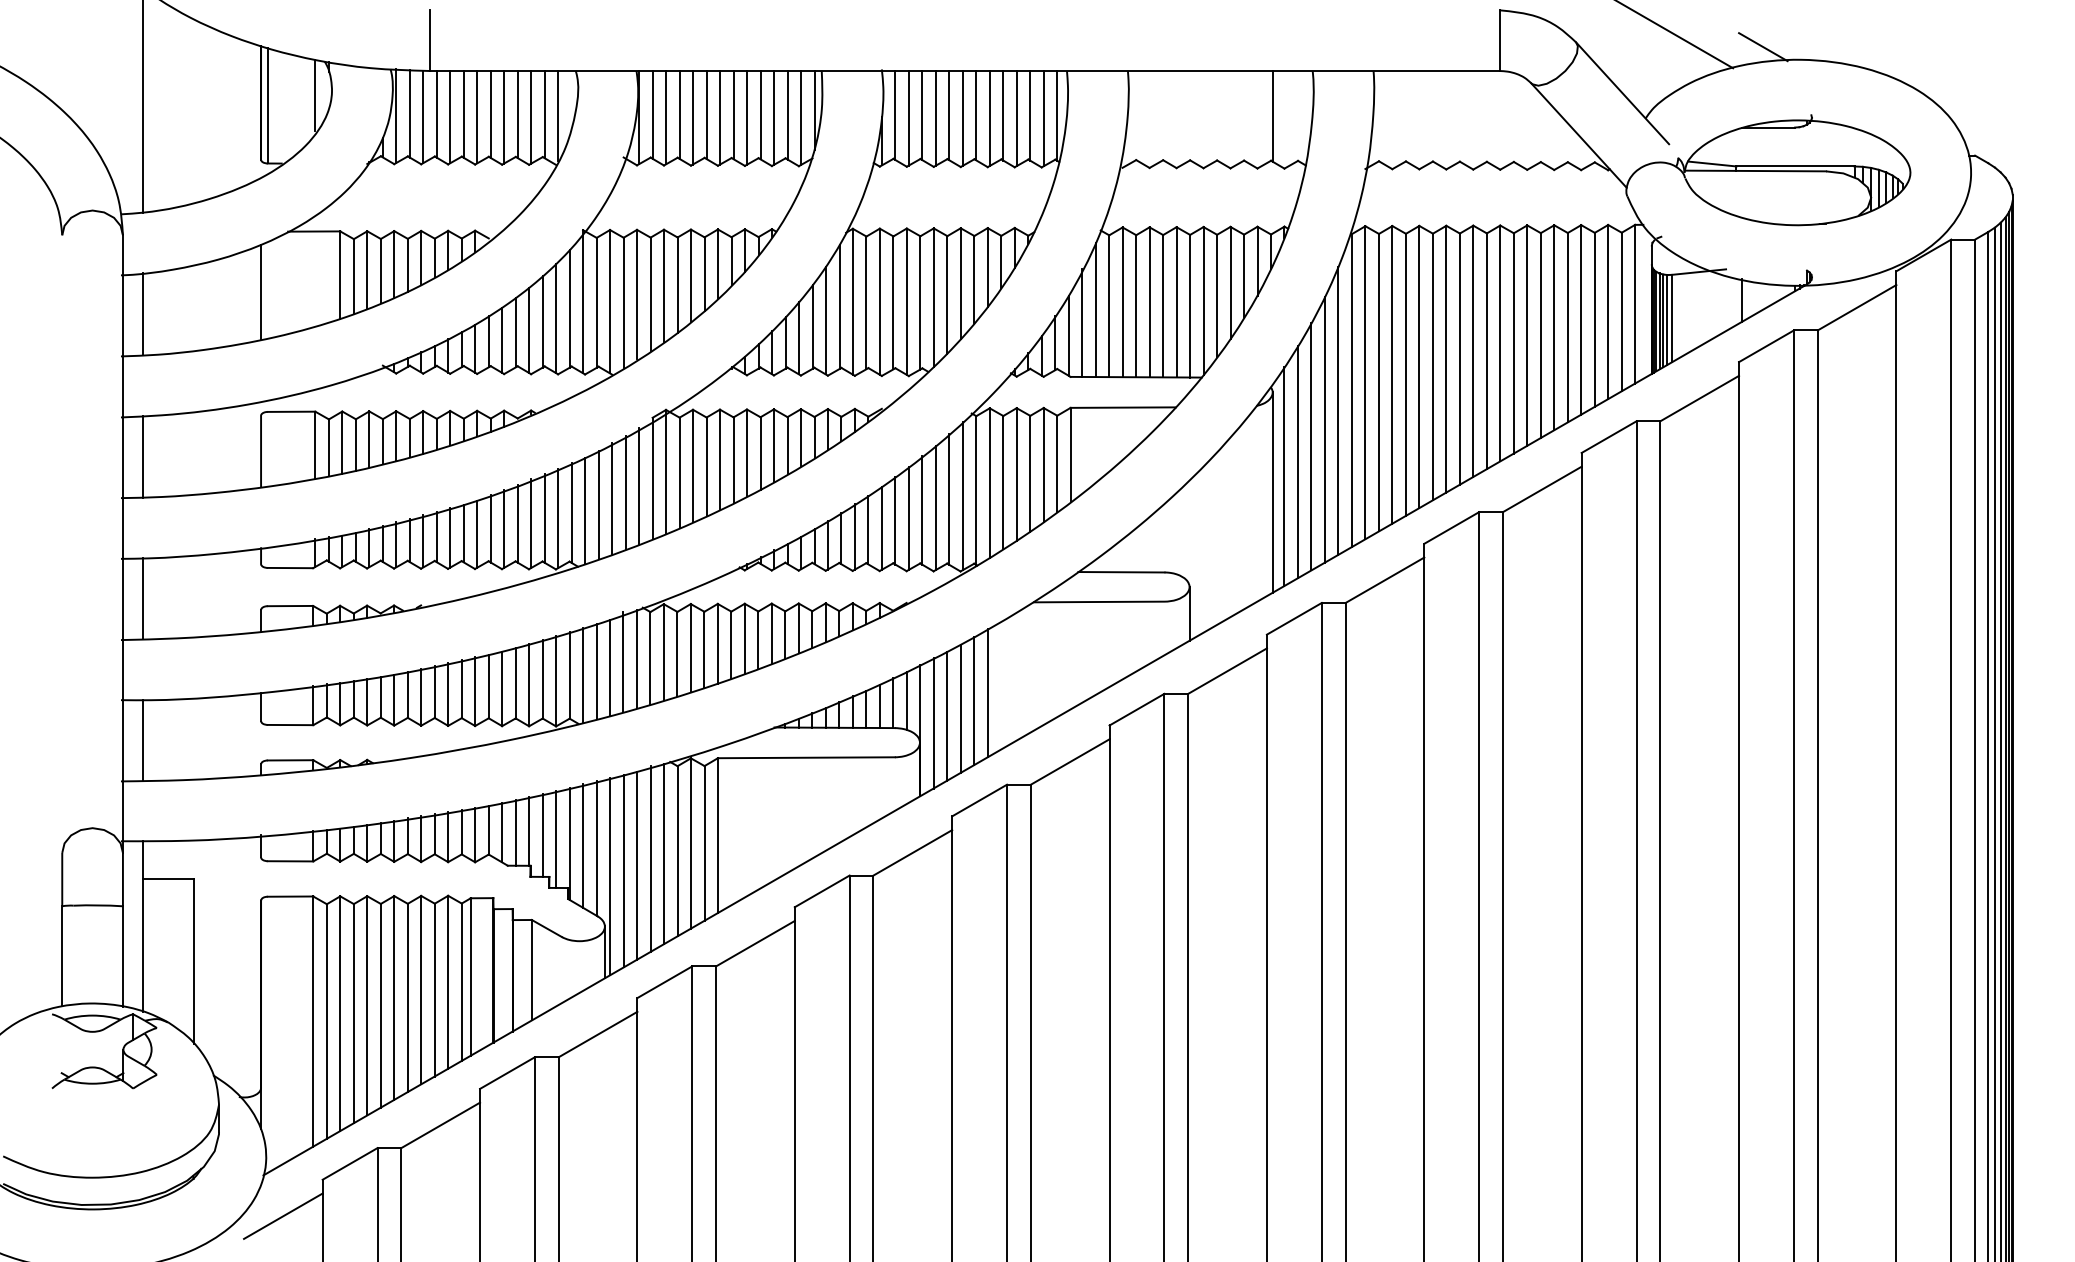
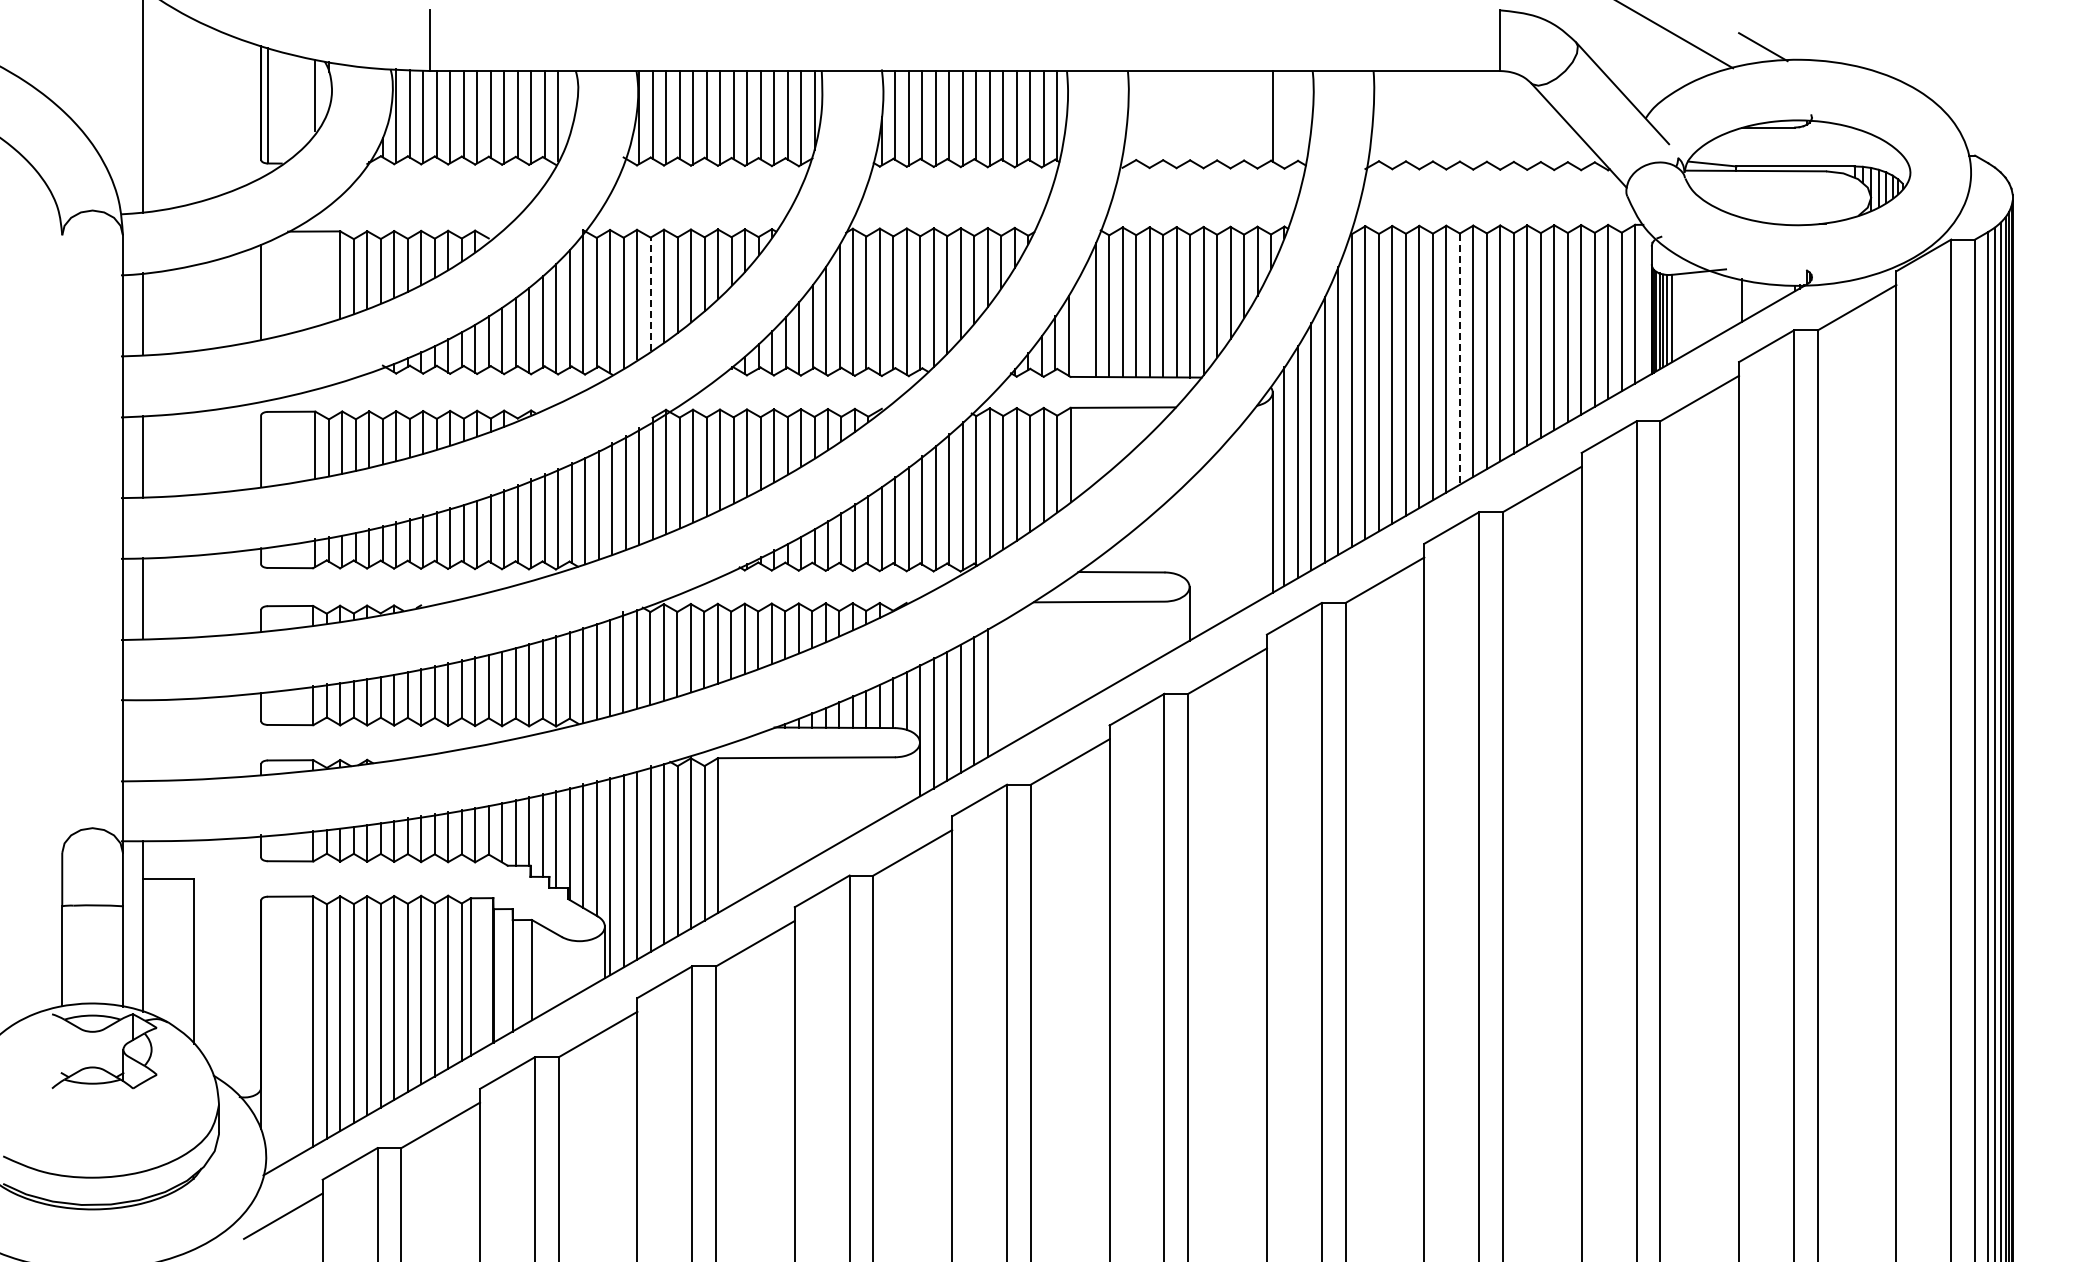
line at (650, 293): solid -> dashed
line at (1082, 322): present -> none
line at (1459, 359): solid -> dashed
line at (143, 740): present -> none
